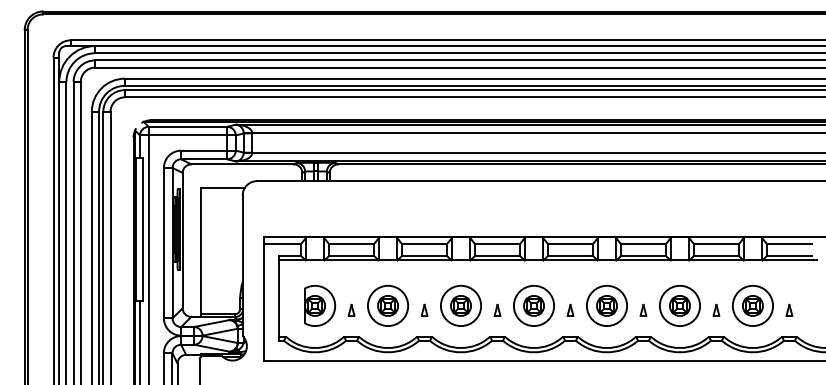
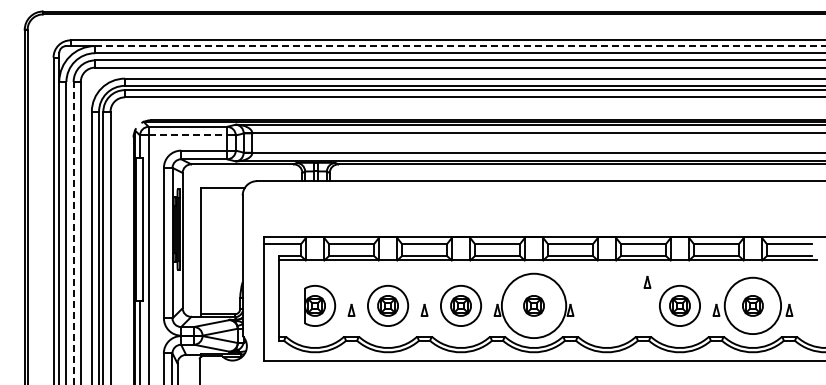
line at (461, 46): solid -> dashed
line at (188, 135): solid -> dashed
line at (73, 232): solid -> dashed
circle at (533, 305) diameter: 40 px -> 64 px
part at (606, 305): present -> none
circle at (752, 305) diameter: 40 px -> 56 px
part at (643, 309) position: (643, 309) -> (647, 281)
